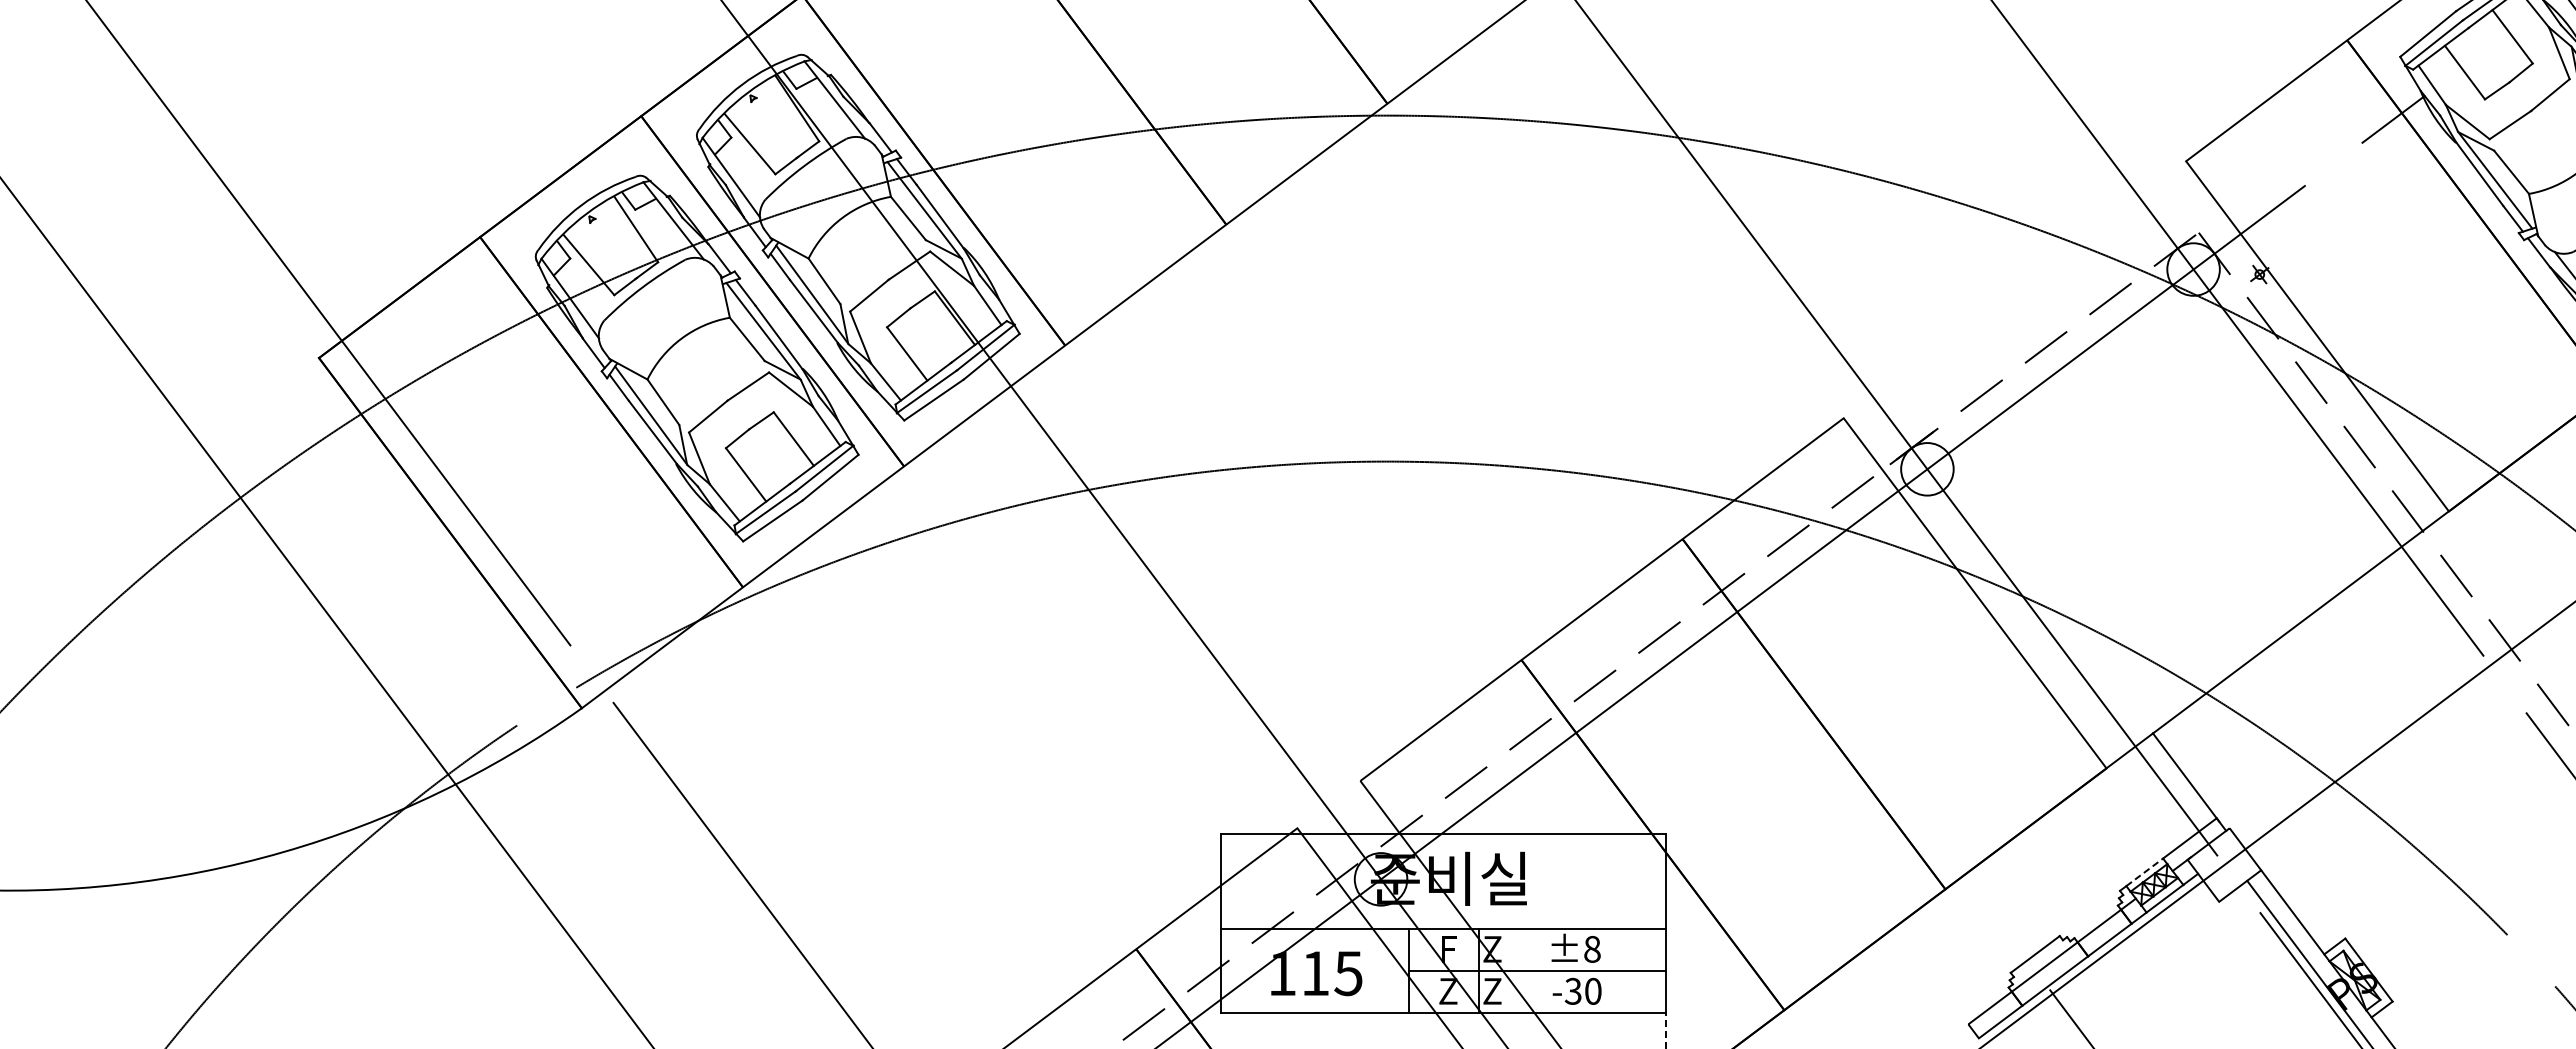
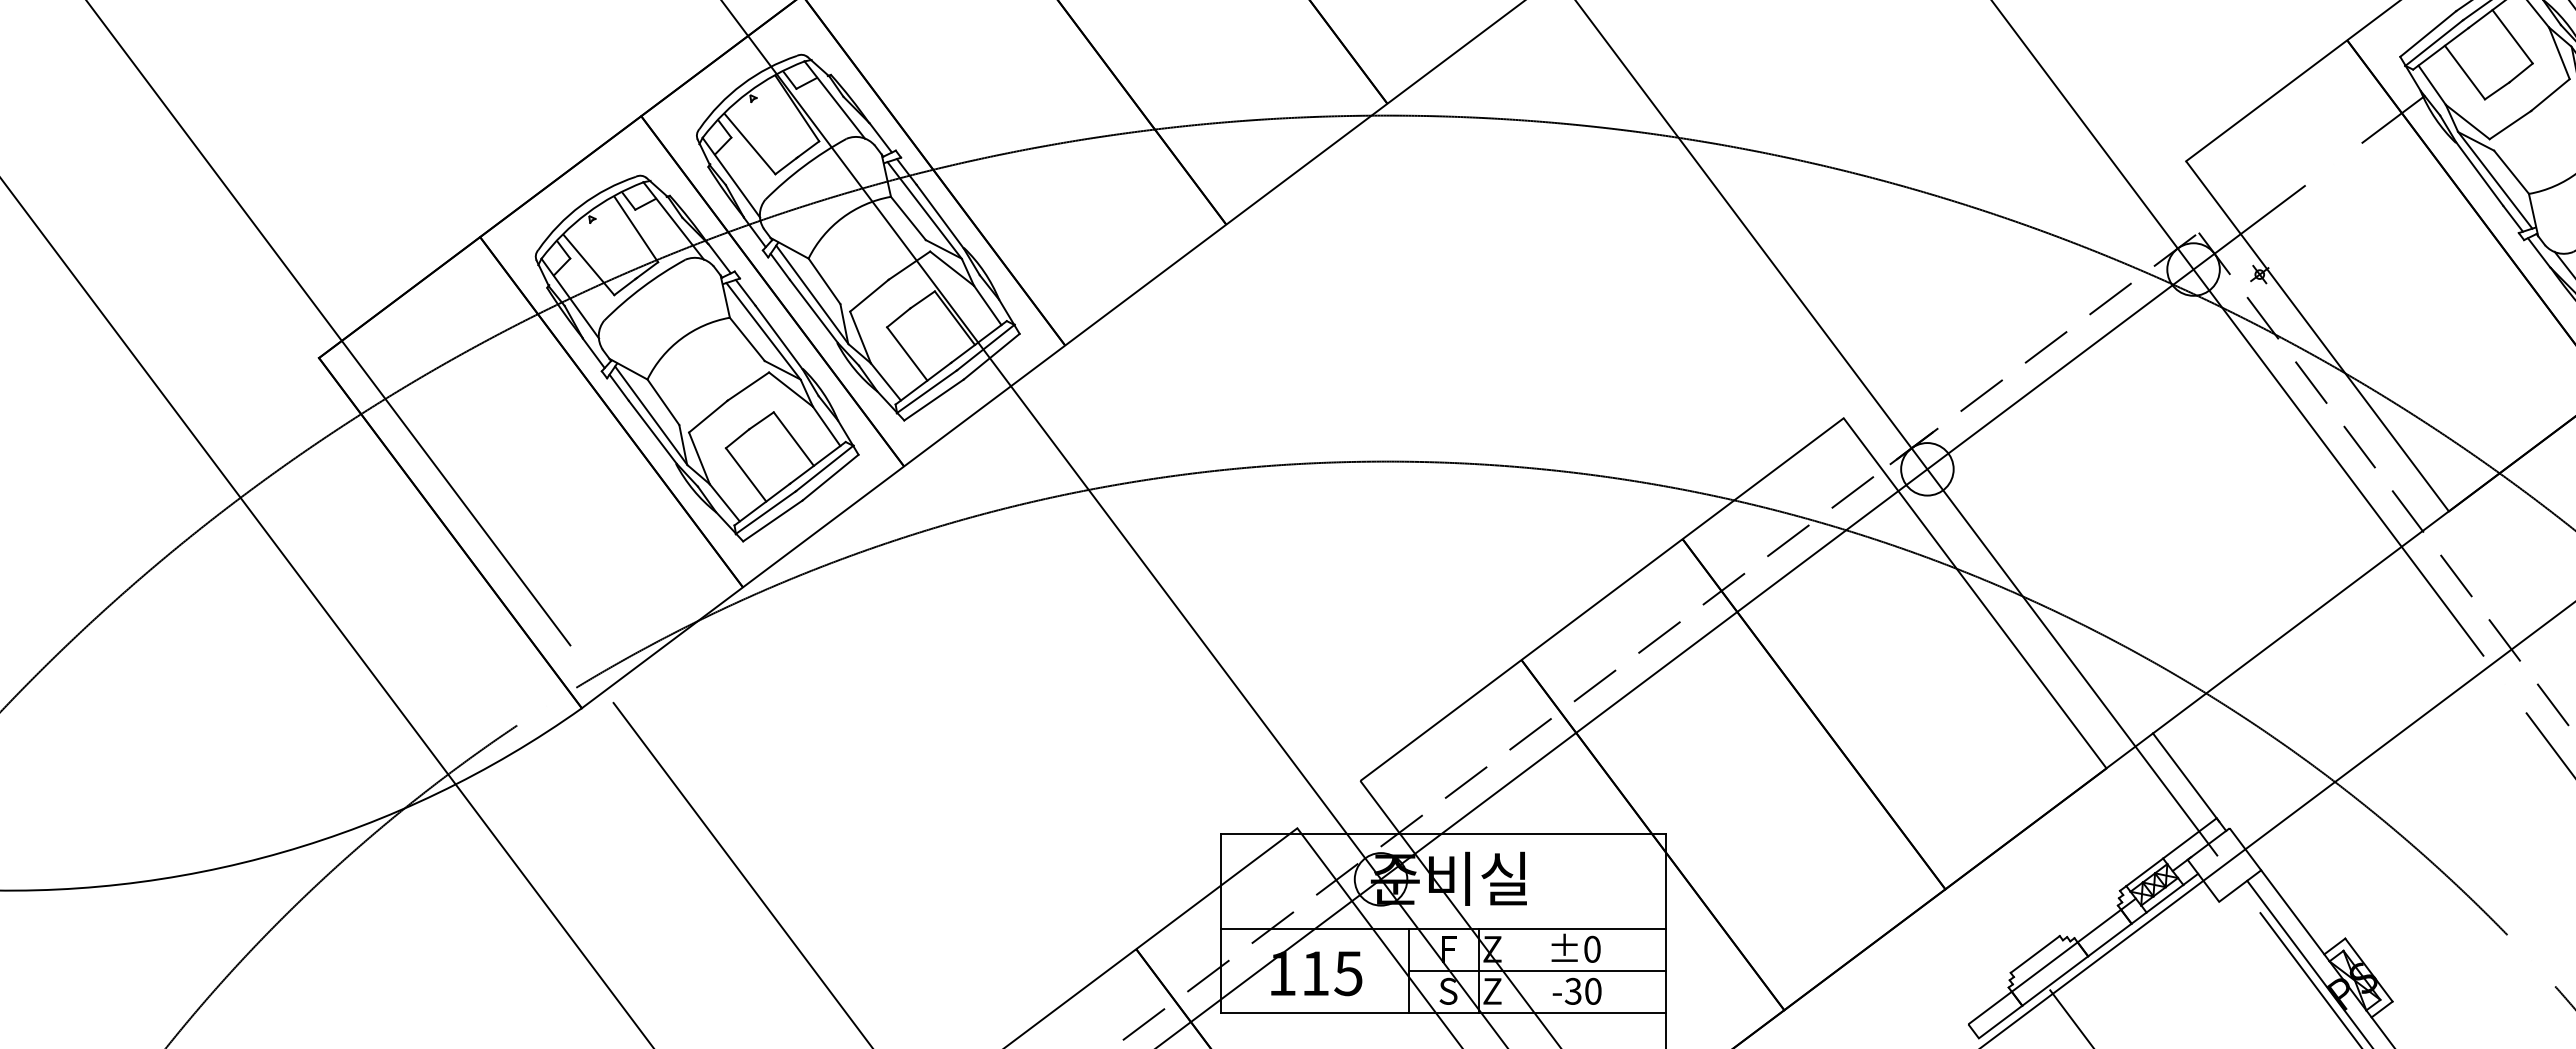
line at (2144, 872): dashed -> solid
text at (1592, 949): ±8 -> ±0
text at (1448, 990): Z -> S
line at (1666, 1030): dashed -> solid
